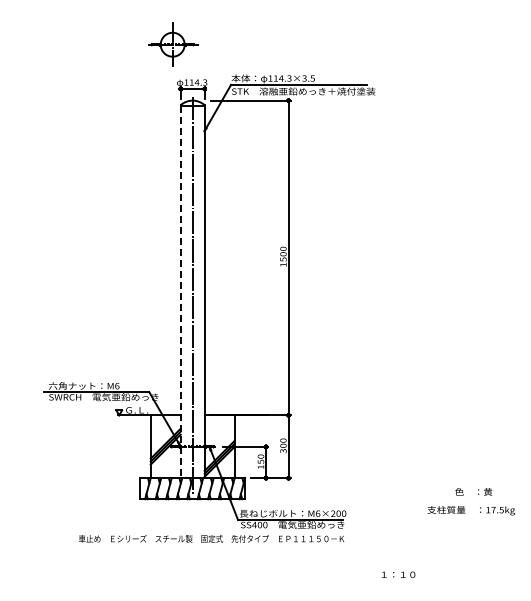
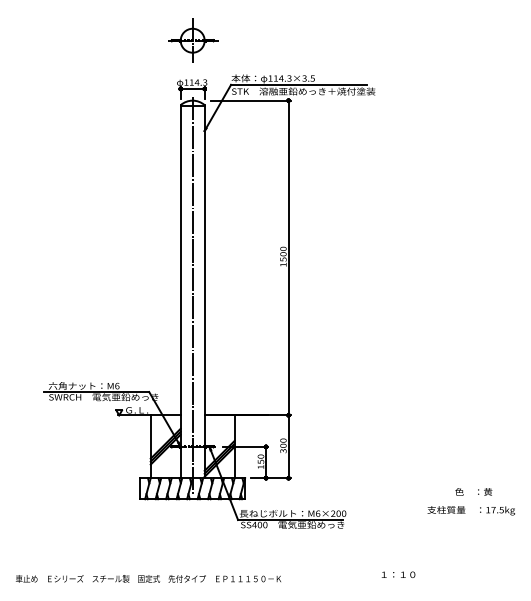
part at (173, 44) position: (173, 44) -> (193, 40)
line at (180, 292): dashed -> solid
text at (211, 538) position: (211, 538) -> (148, 578)
